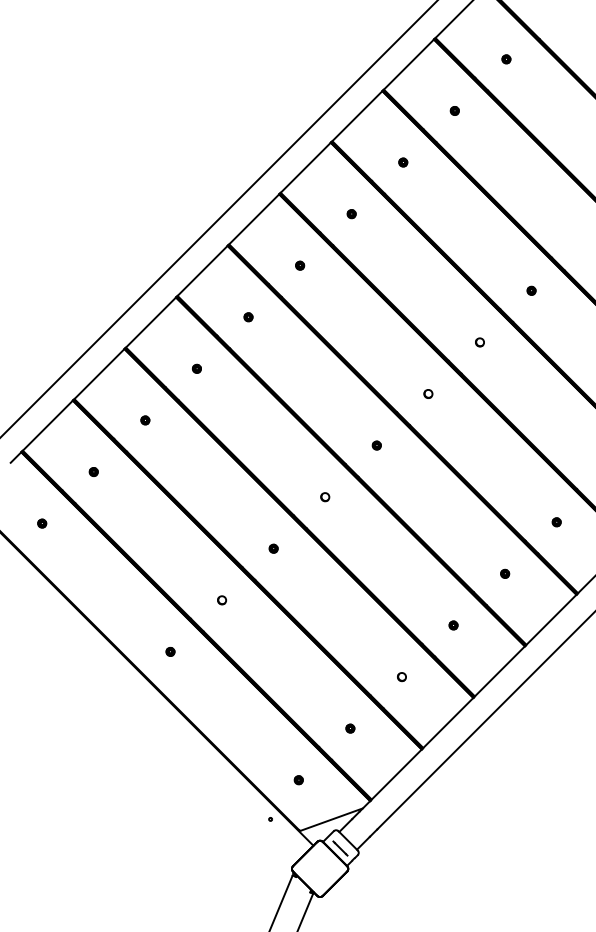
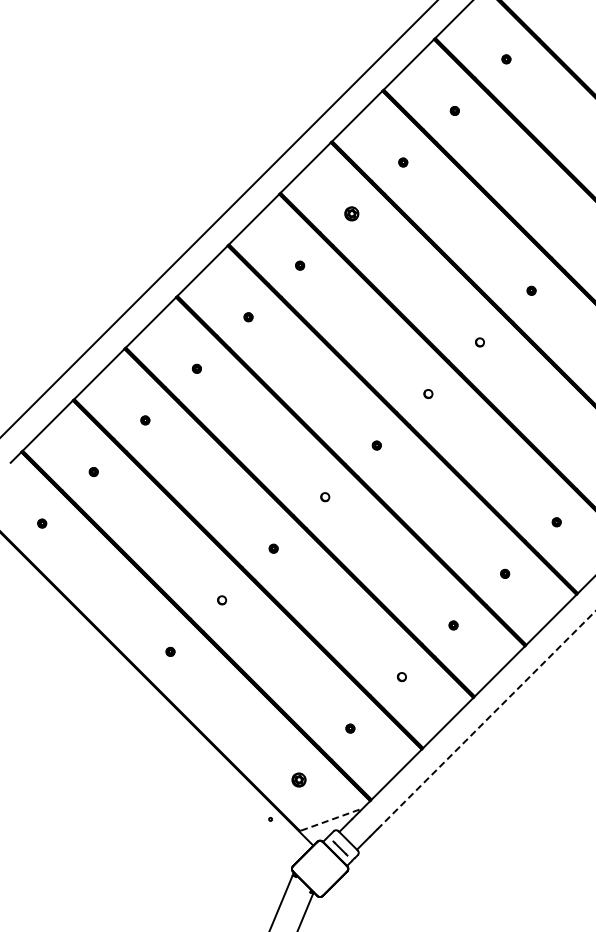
part at (351, 214) size: 11x11 px -> 16x16 px
line at (486, 719): solid -> dashed
part at (298, 780) size: 11x11 px -> 16x16 px
line at (332, 819): solid -> dashed
